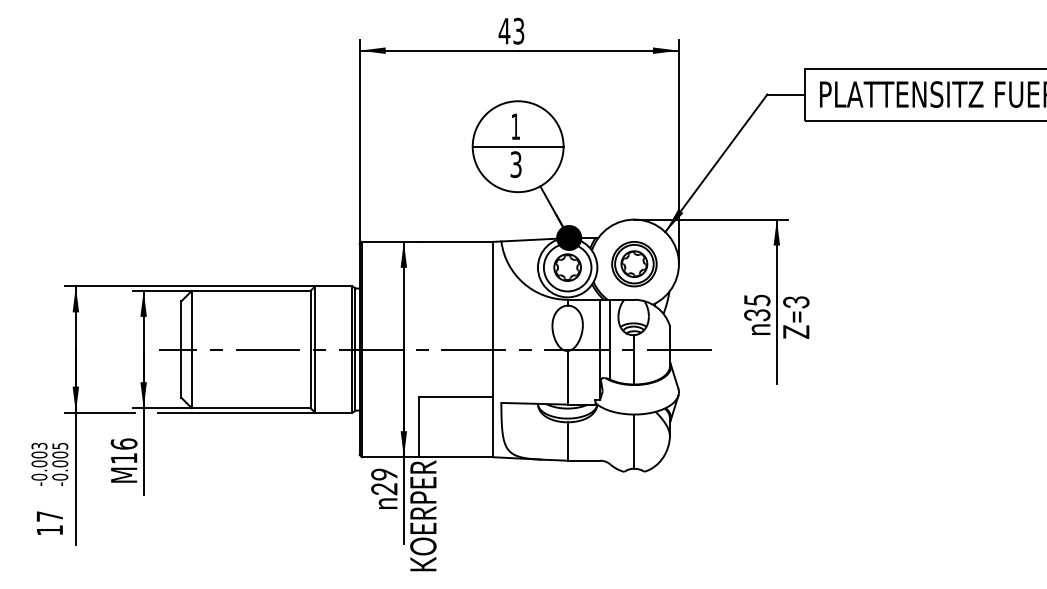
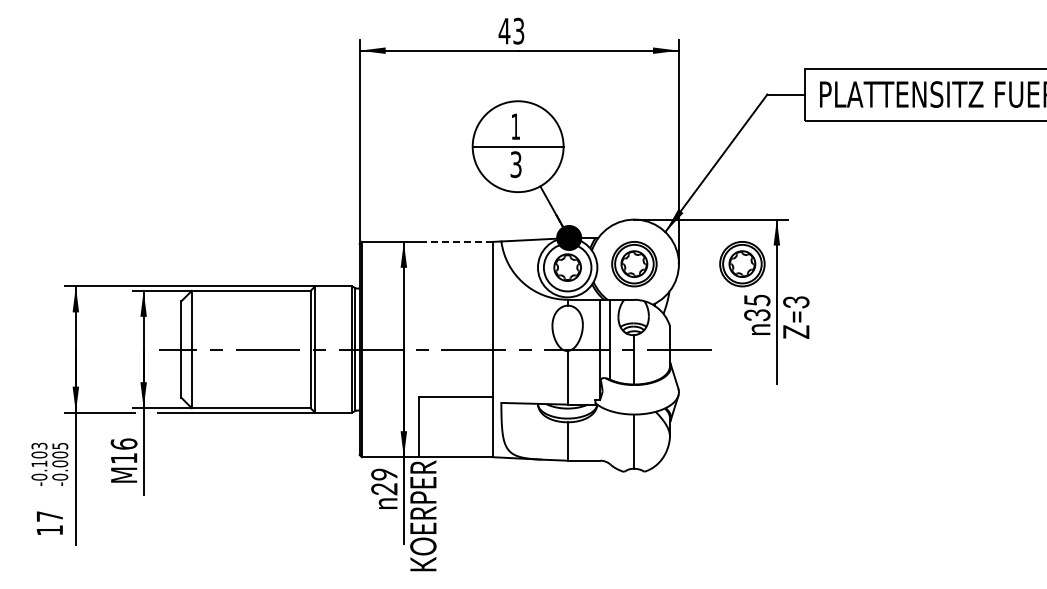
line at (455, 242): solid -> dashed
part at (742, 264): none -> present
text at (39, 463): -0.003 -> -0.103
